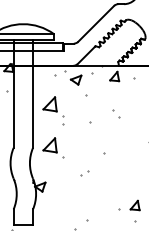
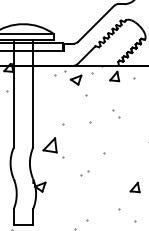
part at (53, 106): present -> none
part at (134, 205) position: (134, 205) -> (134, 187)
